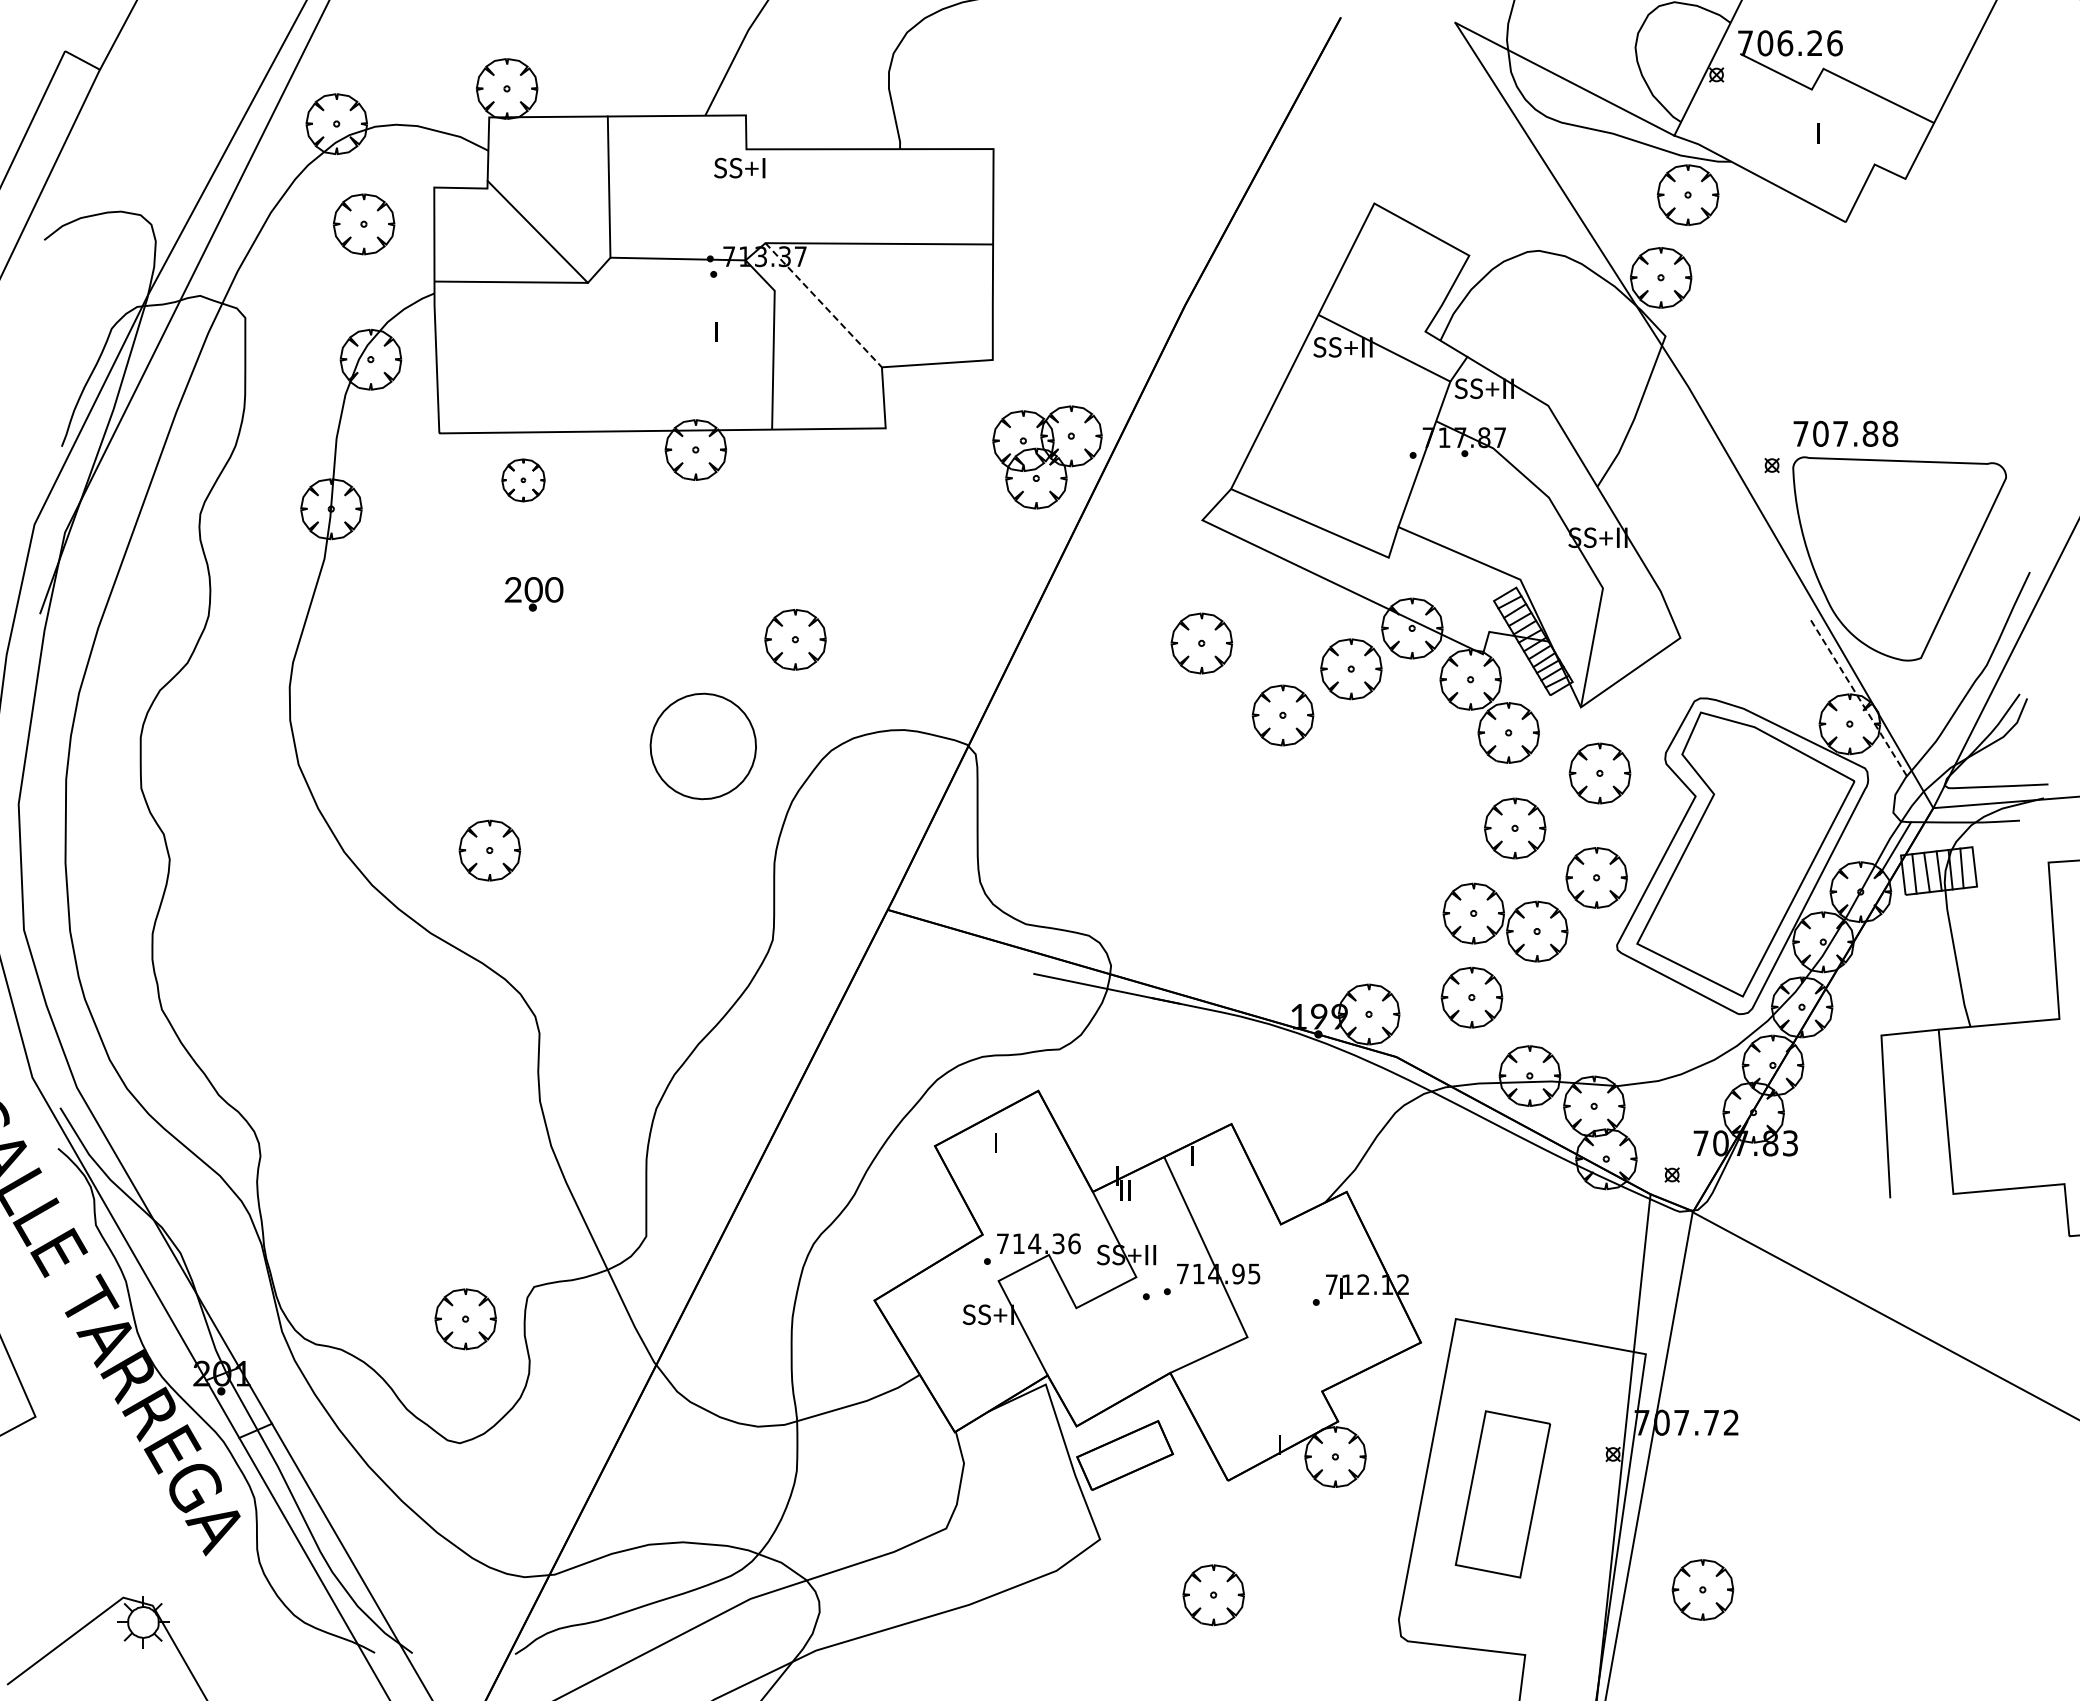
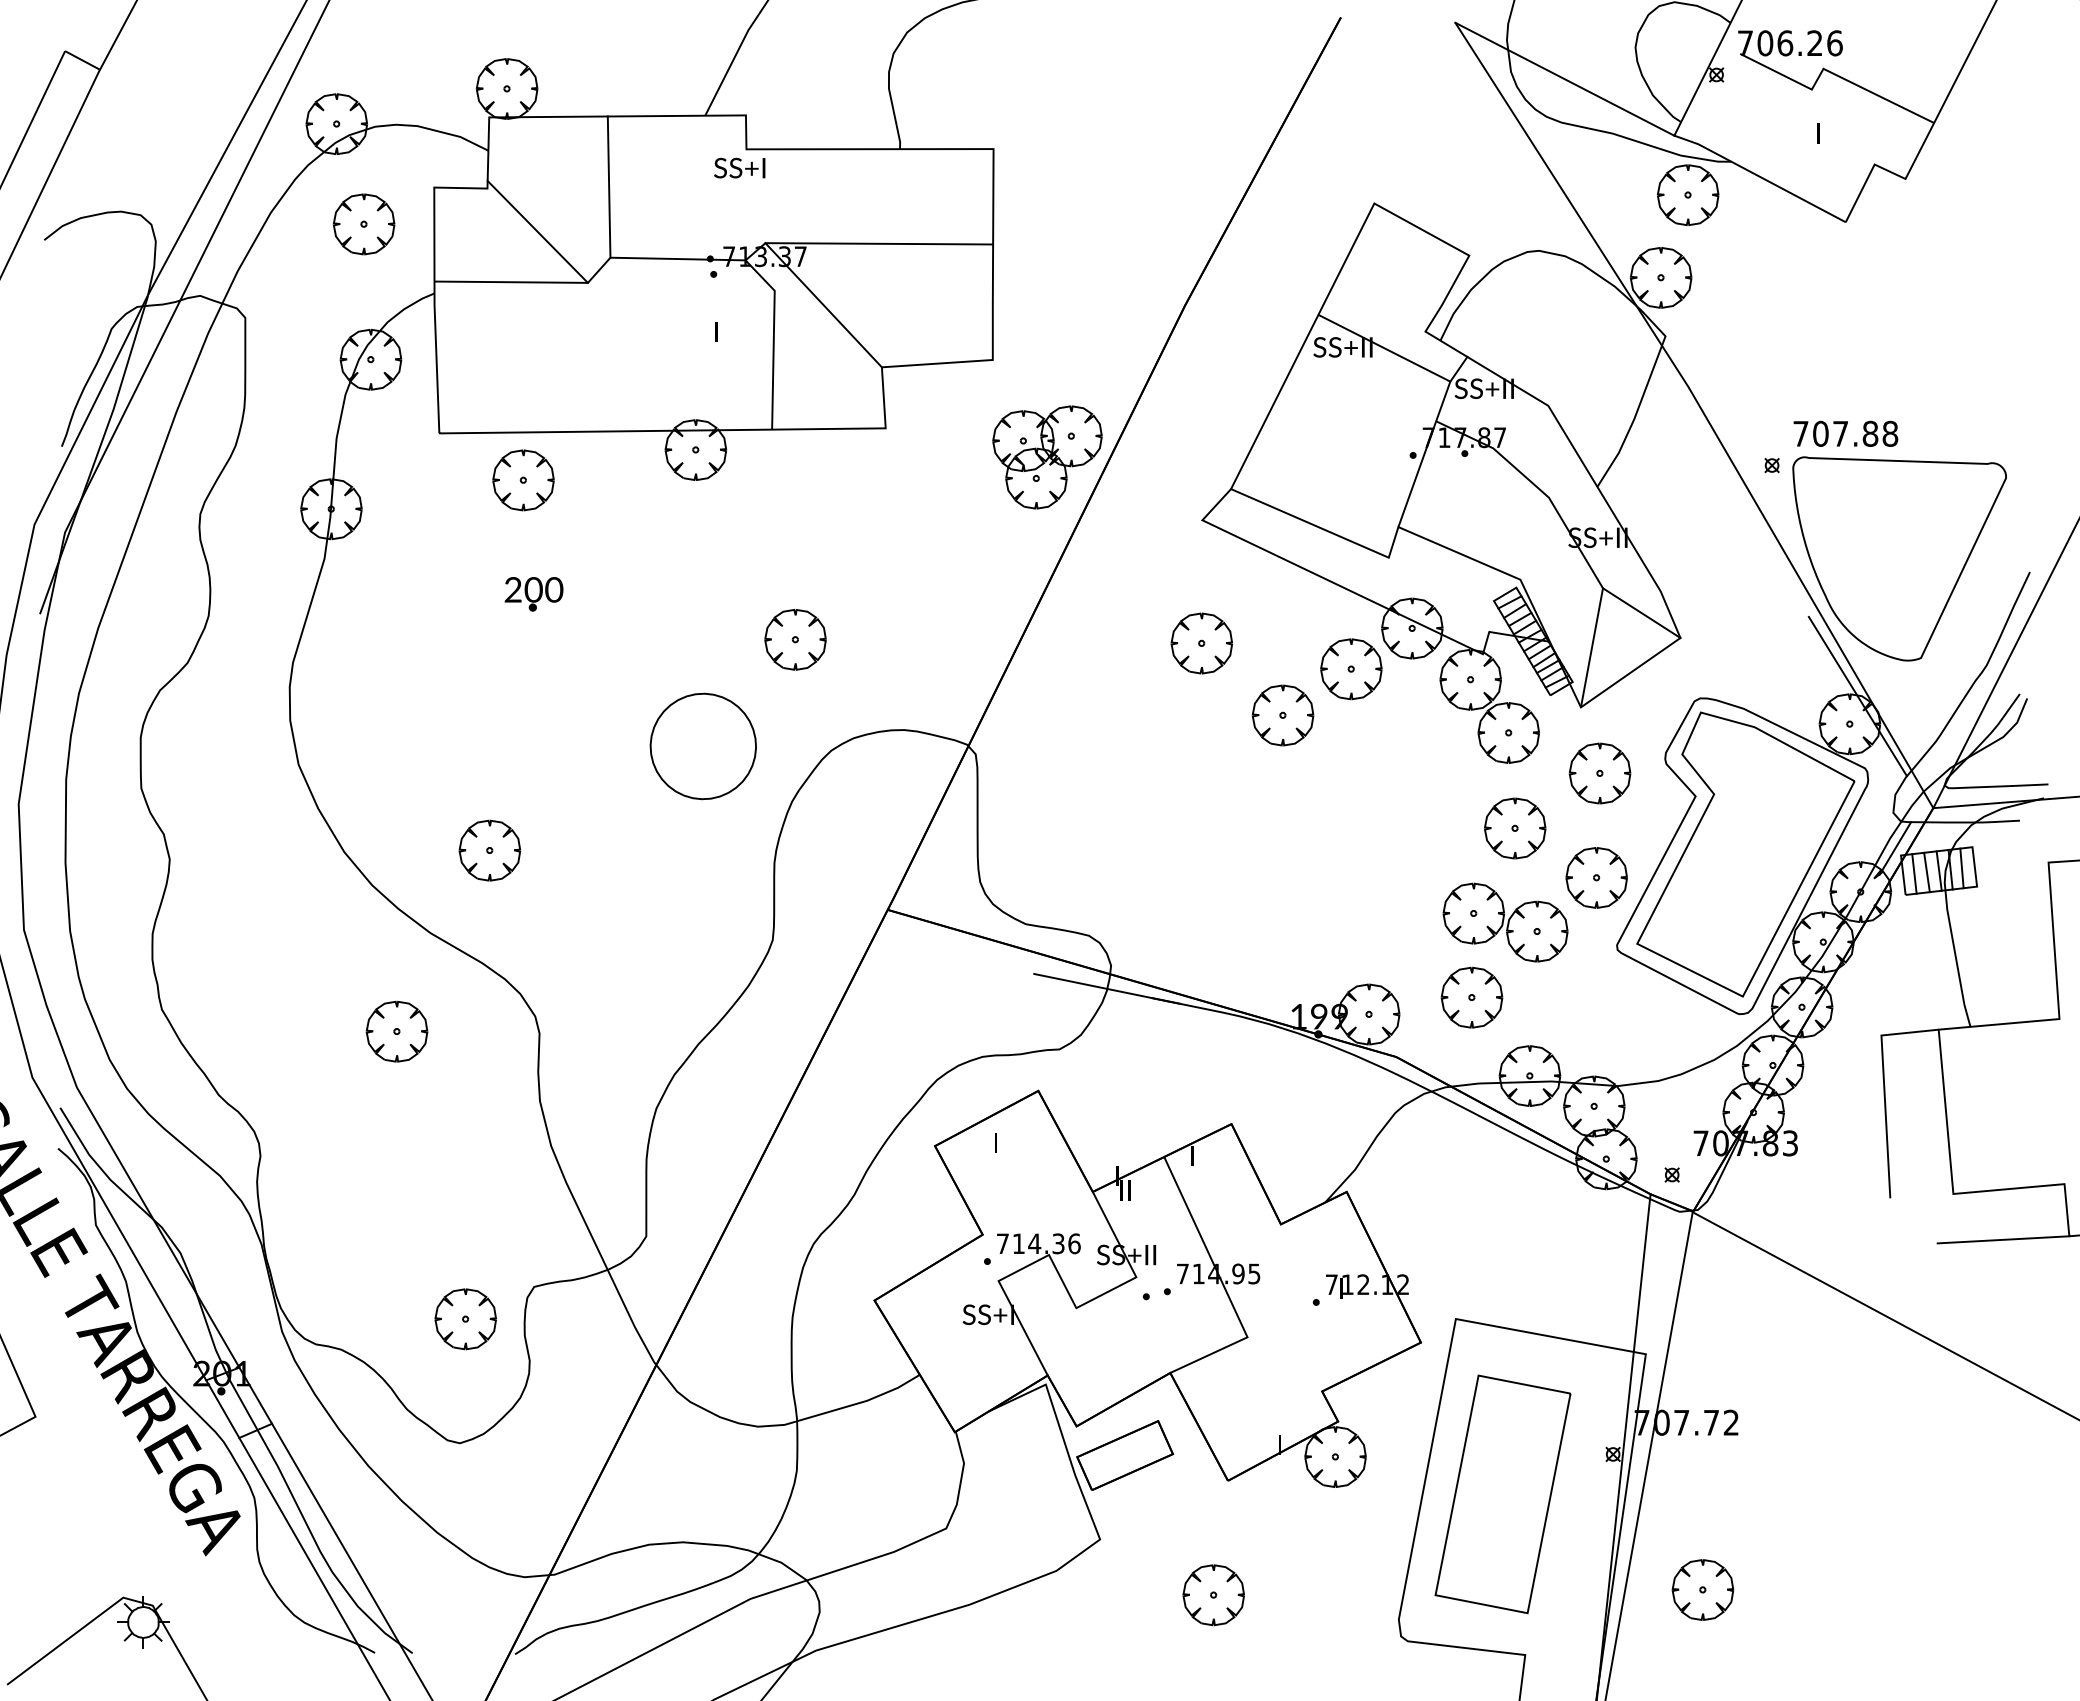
line at (824, 305): dashed -> solid
part at (523, 480) size: 45x45 px -> 63x63 px
line at (1641, 613): none -> present
line at (1857, 696): dashed -> solid
part at (396, 1031): none -> present
line at (2003, 1239): none -> present
part at (1502, 1494) size: 98x169 px -> 138x241 px
